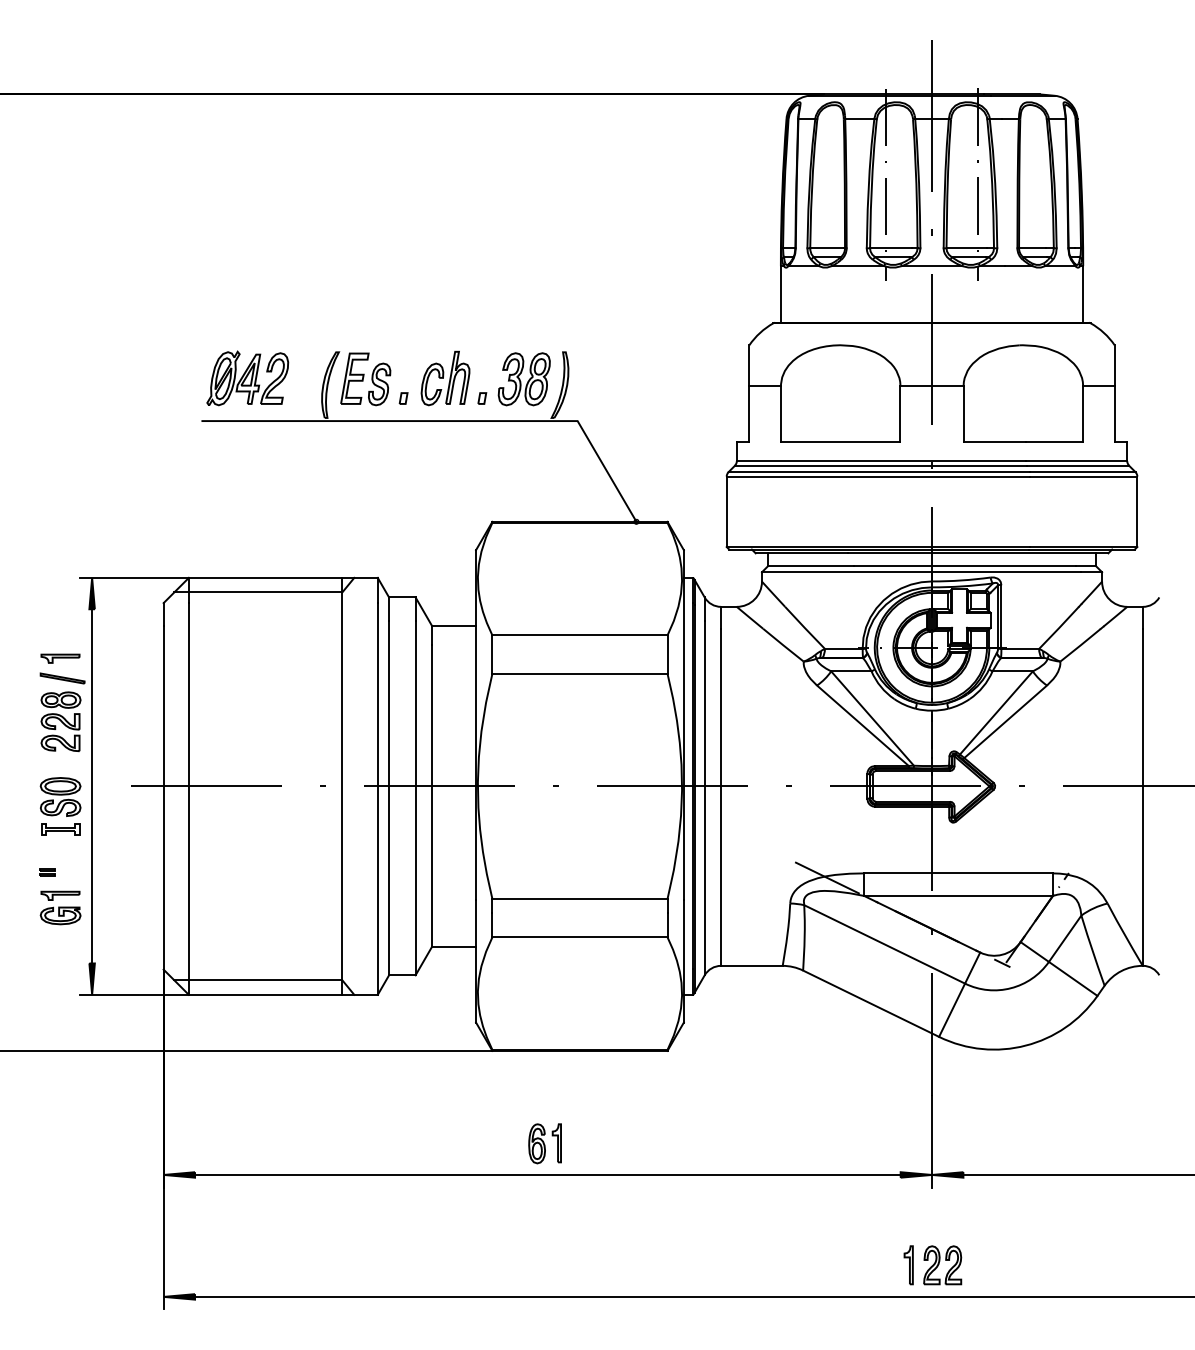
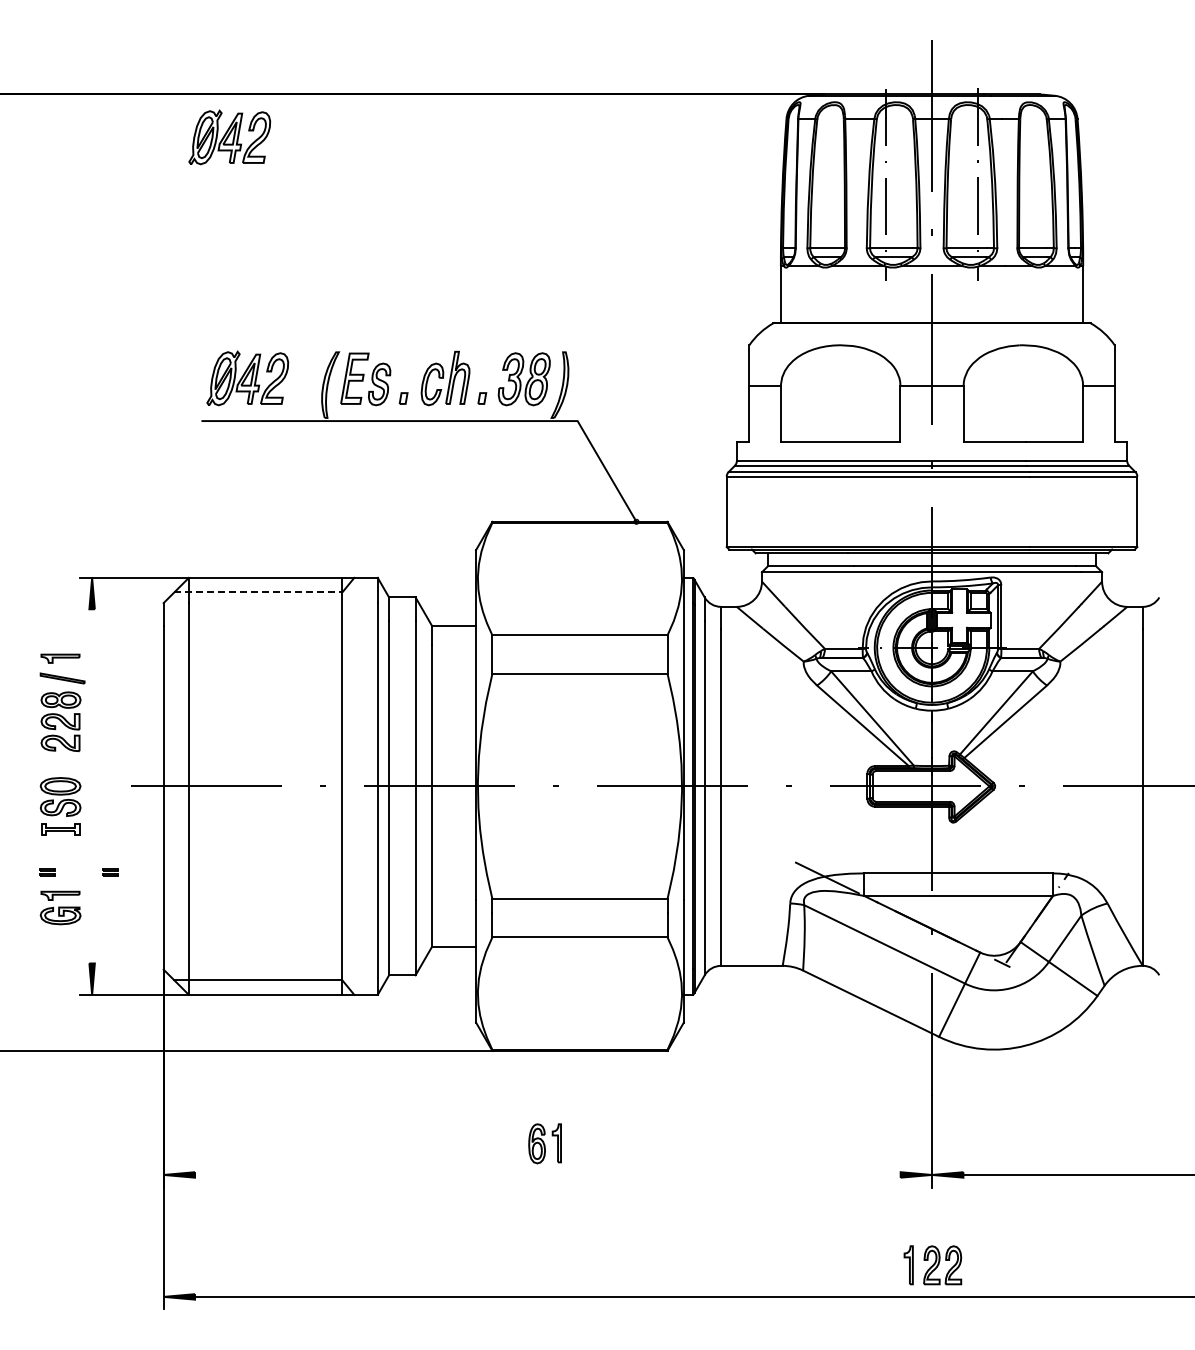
part at (229, 137): none -> present
line at (258, 592): solid -> dashed
line at (92, 786): present -> none
part at (110, 872): none -> present
line at (547, 1174): present -> none
